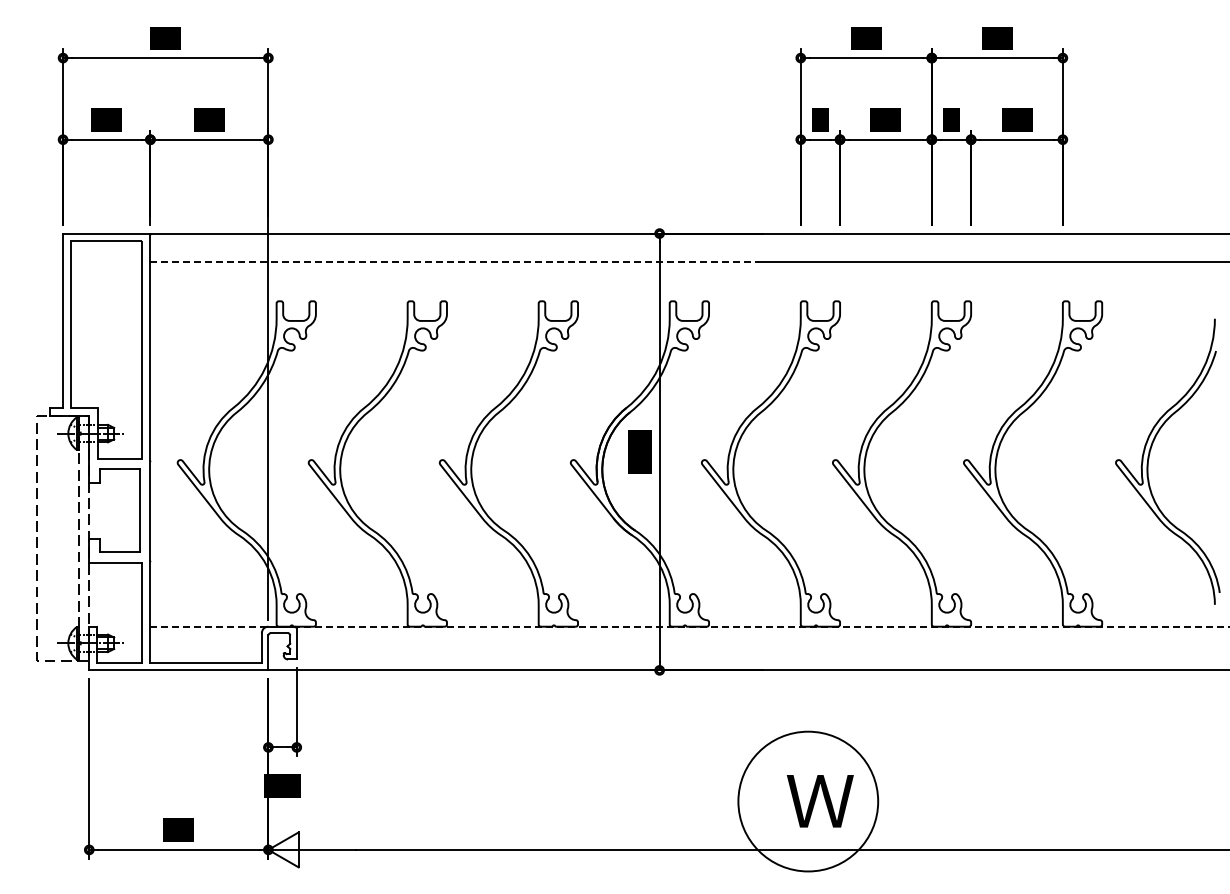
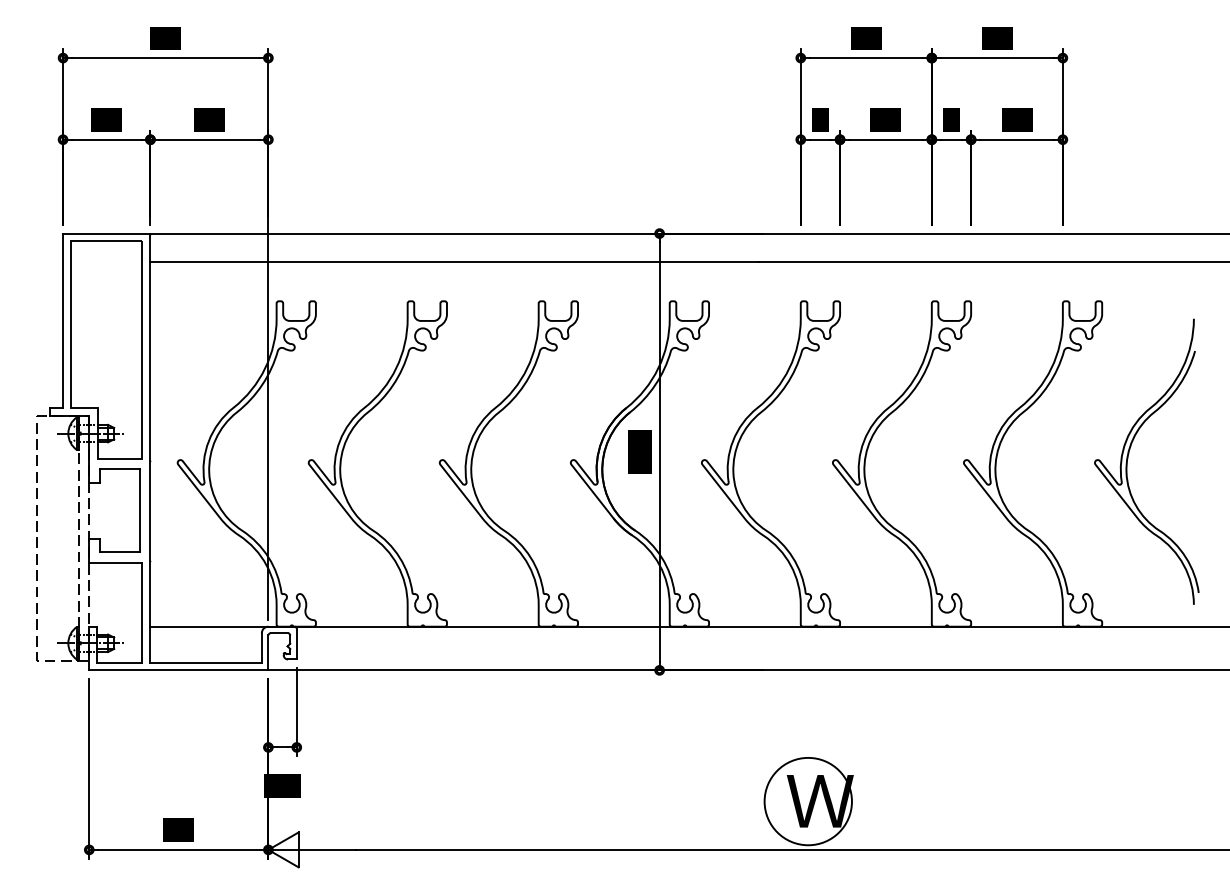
line at (455, 261): dashed -> solid
part at (1149, 459) position: (1149, 459) -> (1128, 459)
line at (690, 626): dashed -> solid
circle at (808, 801) diameter: 140 px -> 87 px
